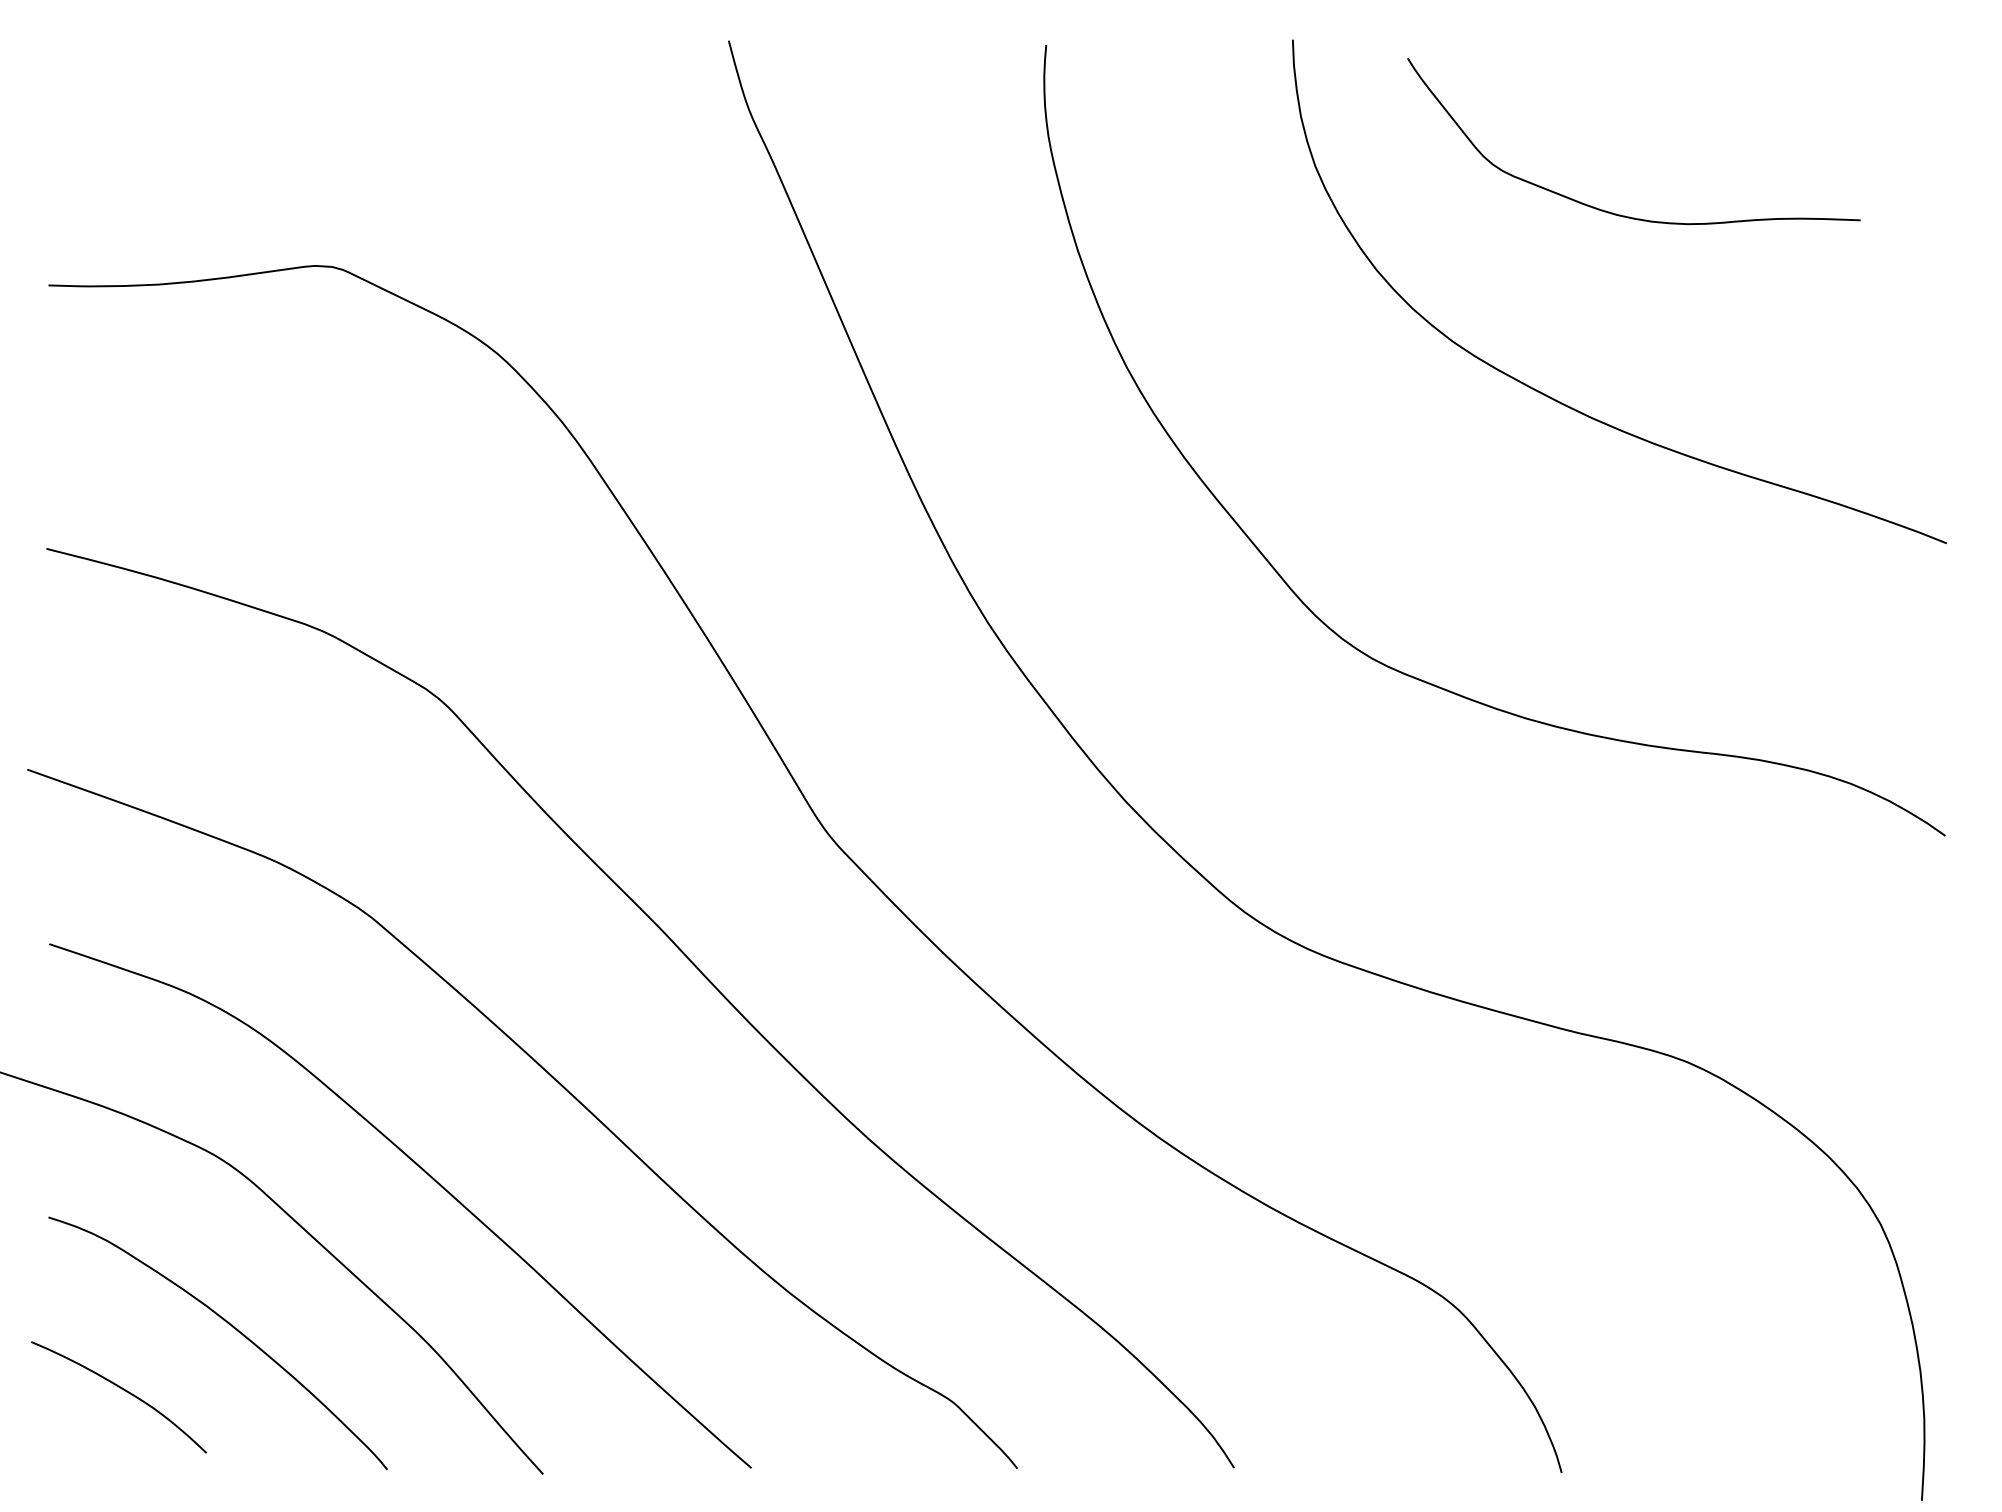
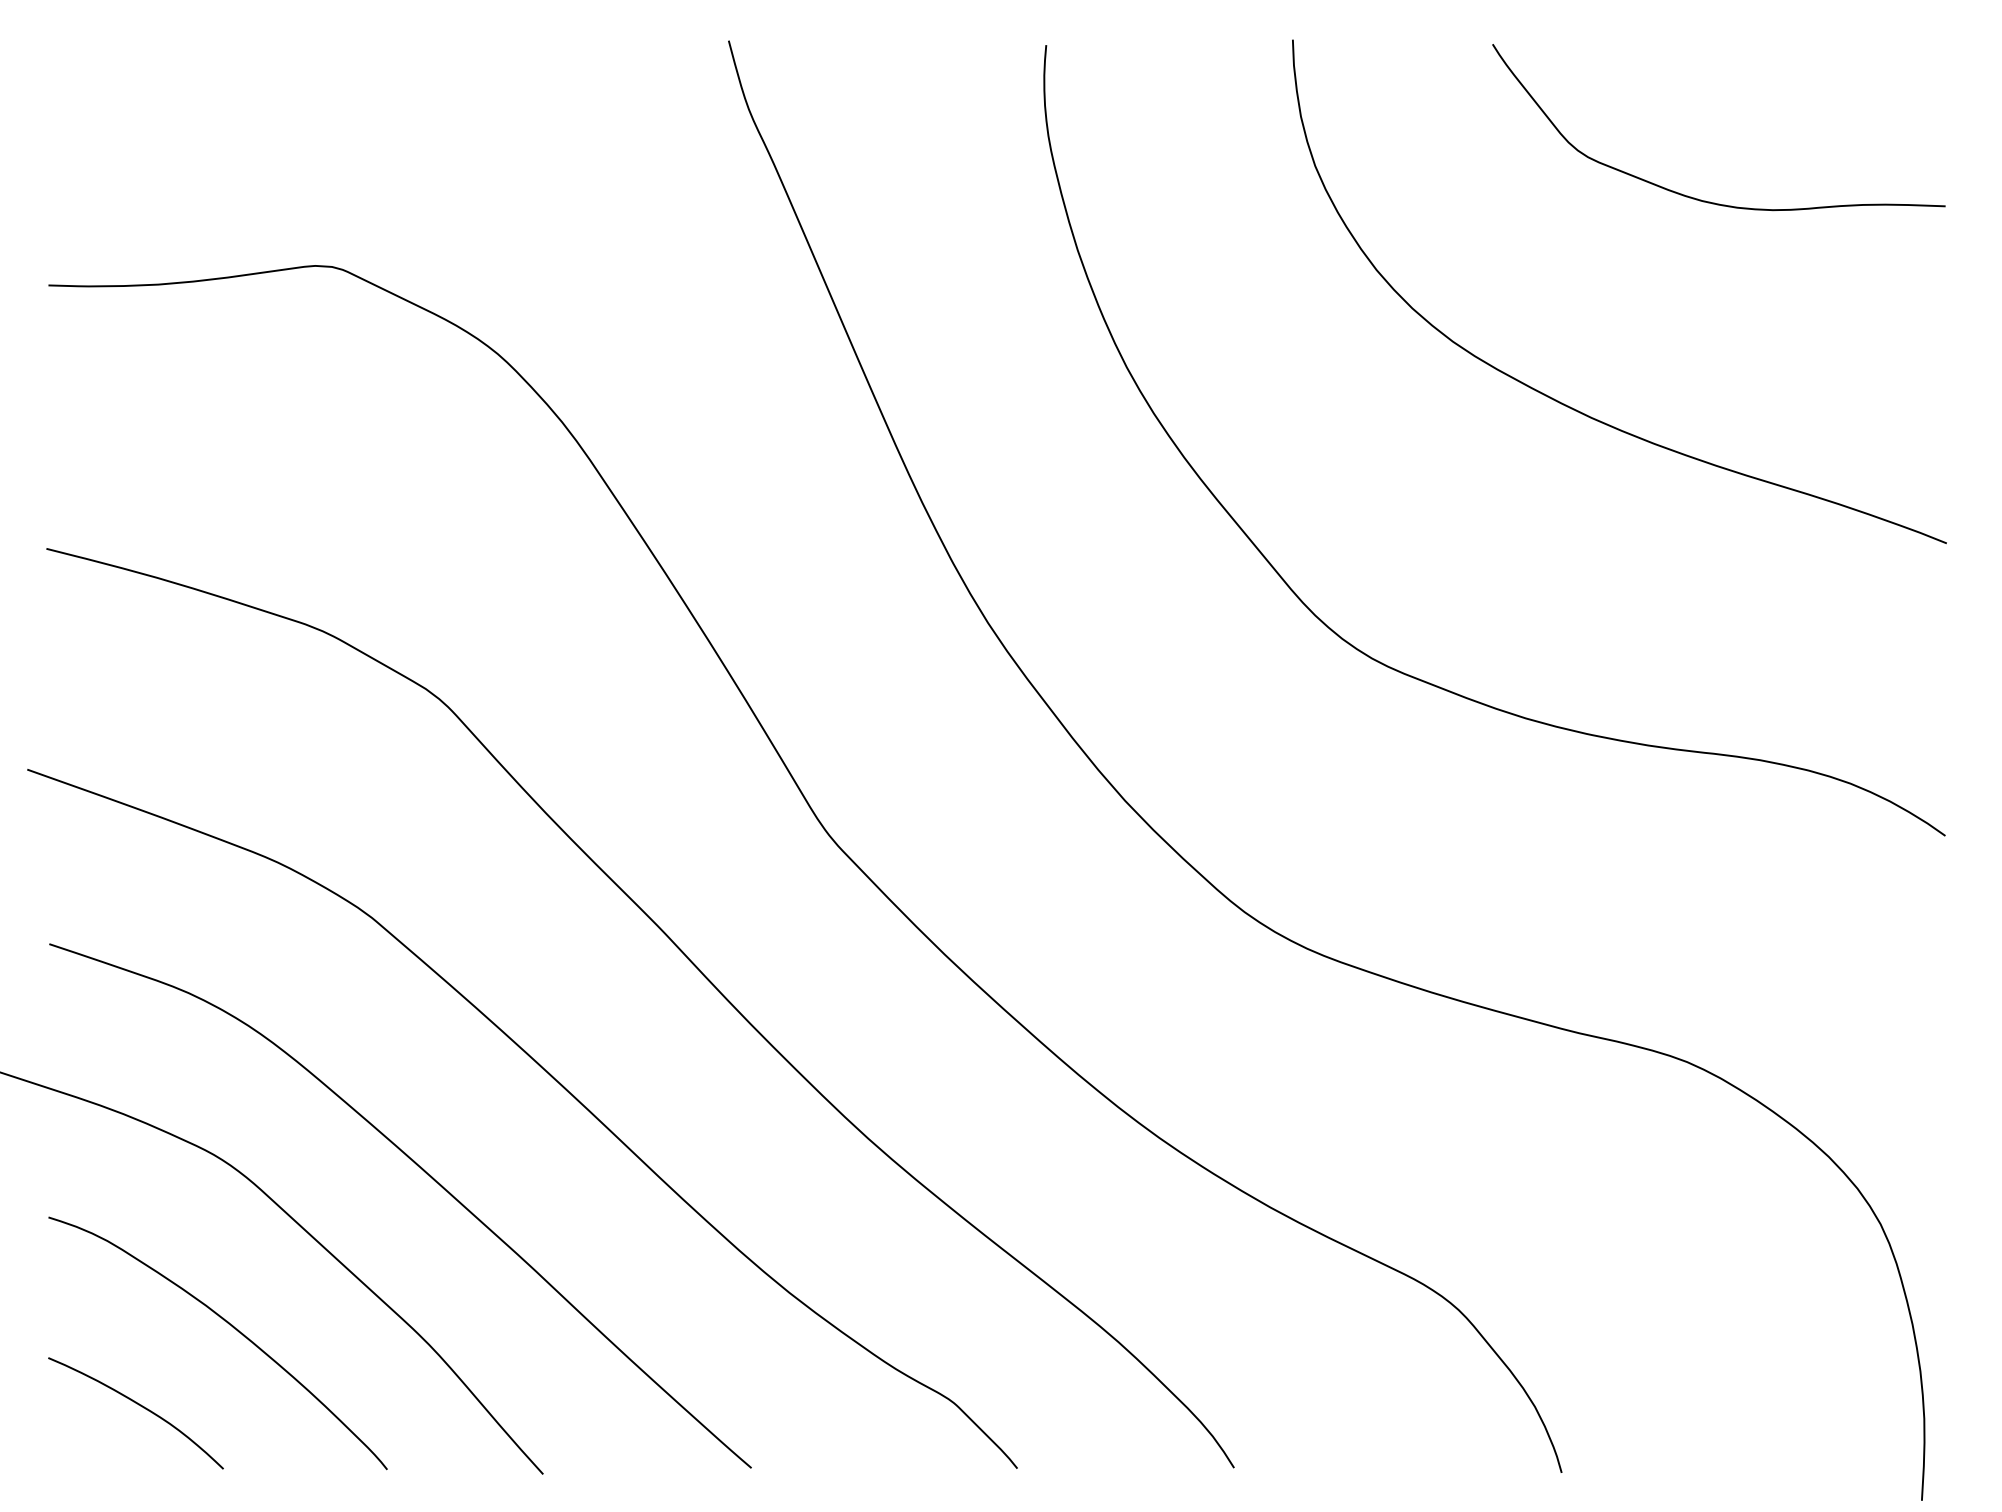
curve at (1616, 213) position: (1616, 213) -> (1701, 199)
curve at (121, 1389) position: (121, 1389) -> (138, 1405)
